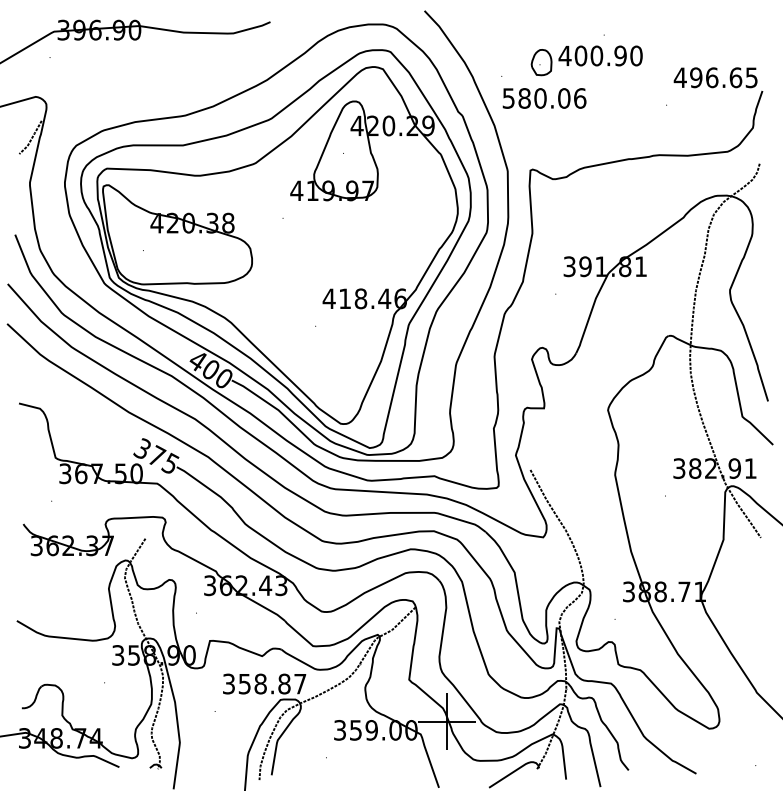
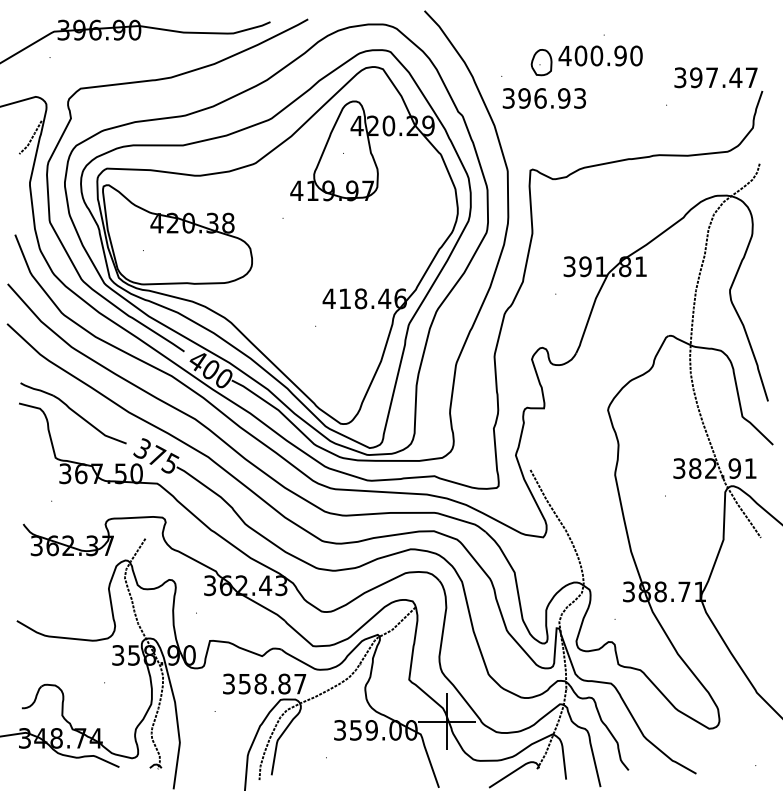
text at (715, 77): 496.65 -> 397.47
curve at (161, 80): none -> present
text at (544, 98): 580.06 -> 396.93
part at (73, 413): none -> present
